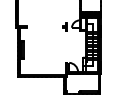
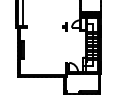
line at (23, 14): none -> present
